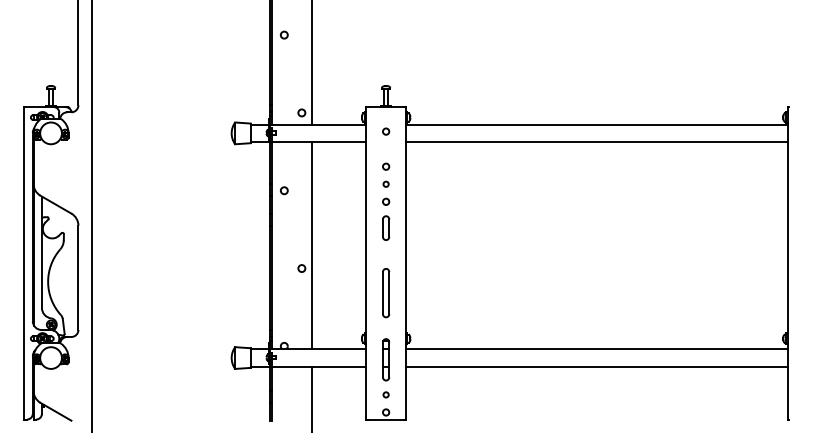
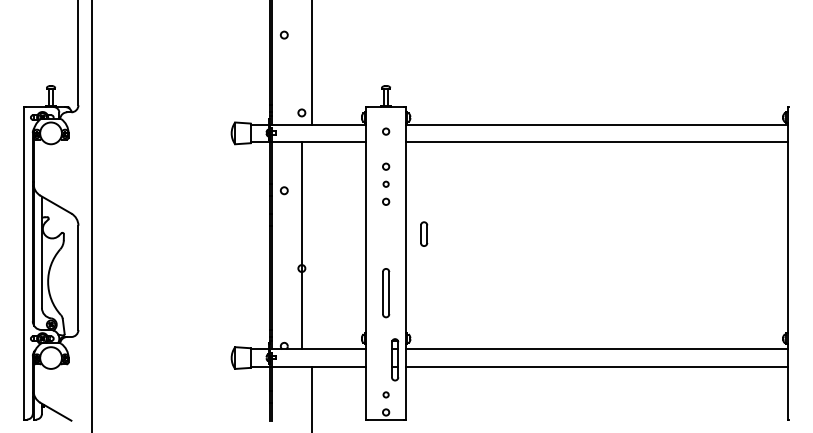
part at (386, 227) position: (386, 227) -> (424, 233)
line at (312, 245) position: (312, 245) -> (302, 245)
part at (386, 359) position: (386, 359) -> (395, 359)
